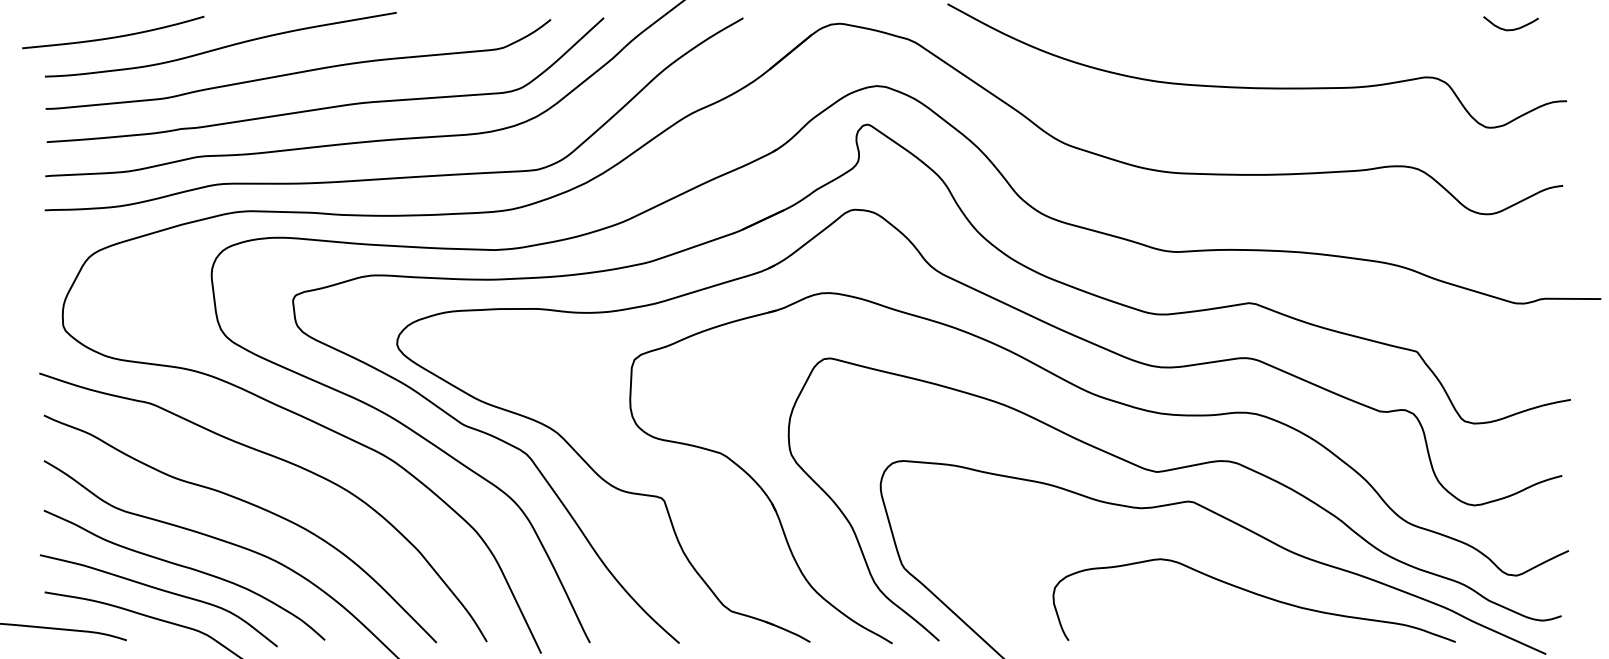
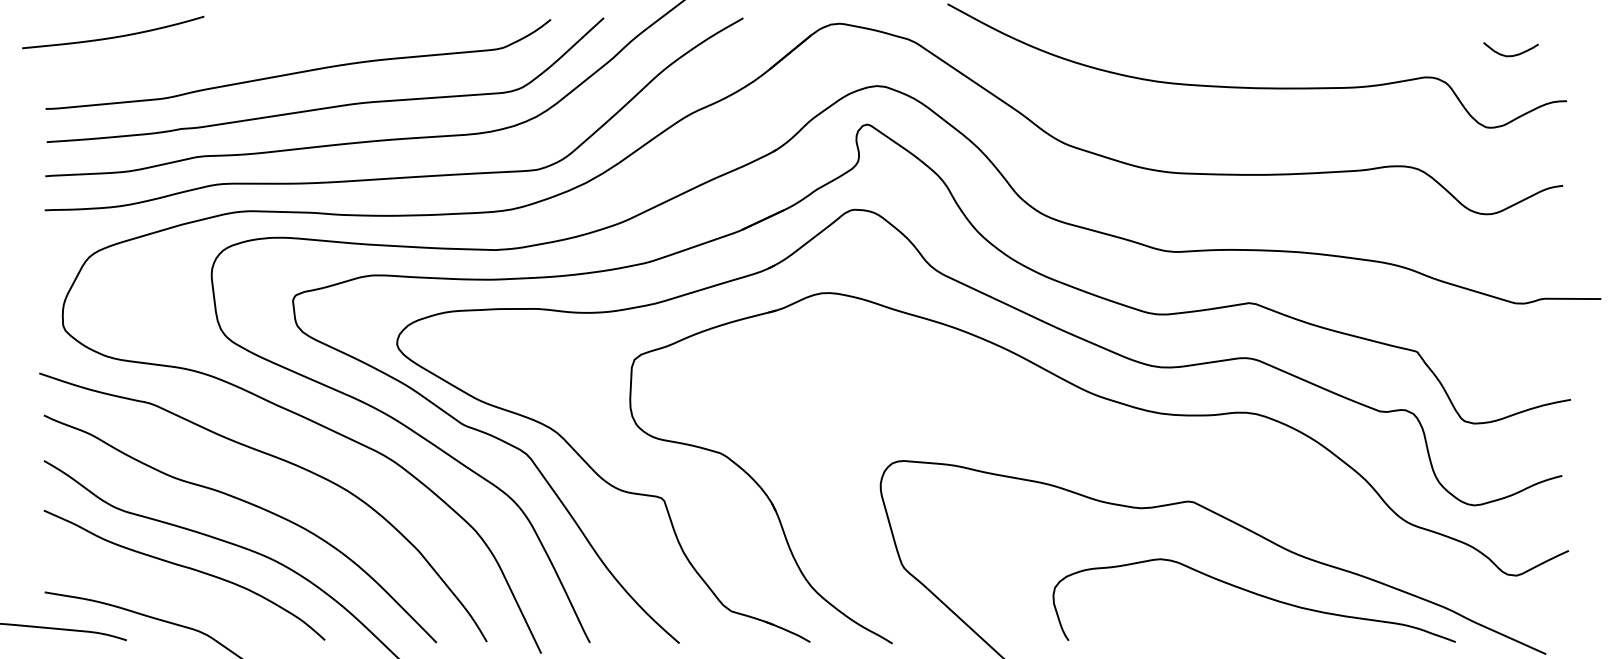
curve at (1510, 29) position: (1510, 29) -> (1510, 55)
curve at (222, 46): present -> none
curve at (1168, 471): present -> none
curve at (162, 591): present -> none
